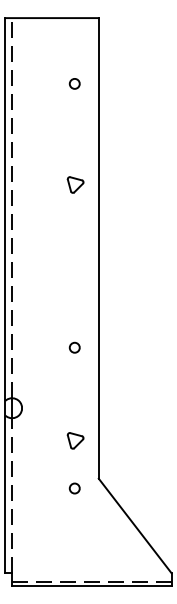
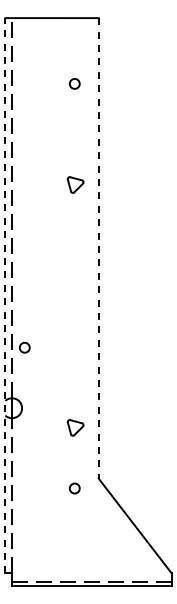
line at (98, 248): solid -> dashed
line at (5, 295): solid -> dashed
circle at (74, 347) position: (74, 347) -> (24, 347)
part at (75, 440) position: (75, 440) -> (75, 427)
